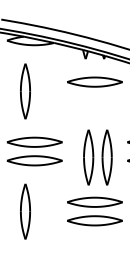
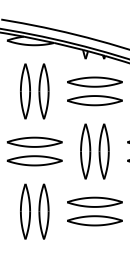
part at (43, 91): none -> present
part at (94, 100): none -> present
part at (97, 157) position: (97, 157) -> (94, 151)
part at (43, 211): none -> present
